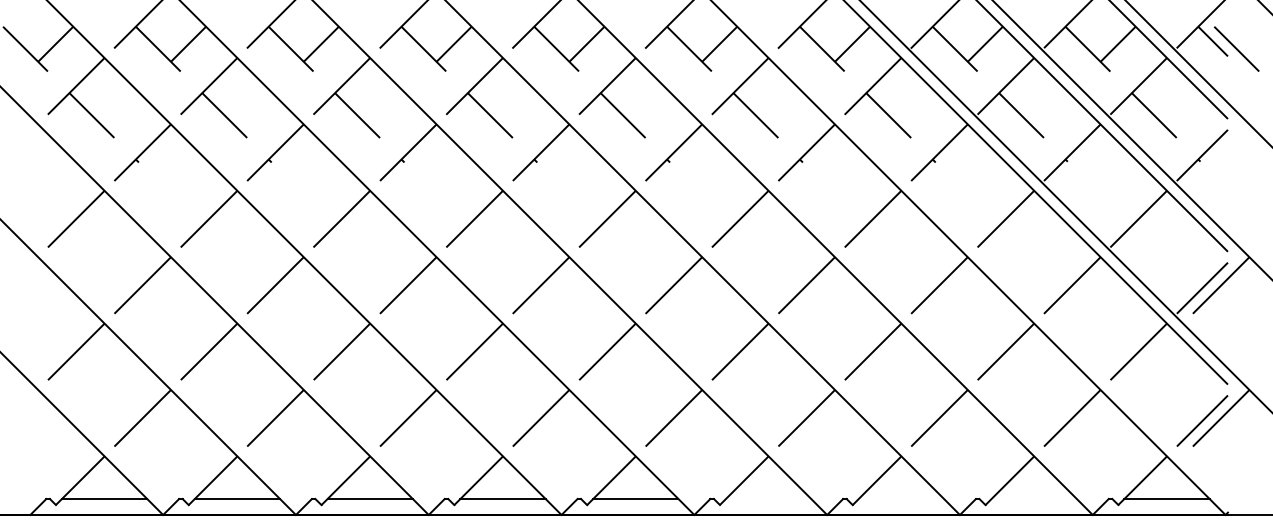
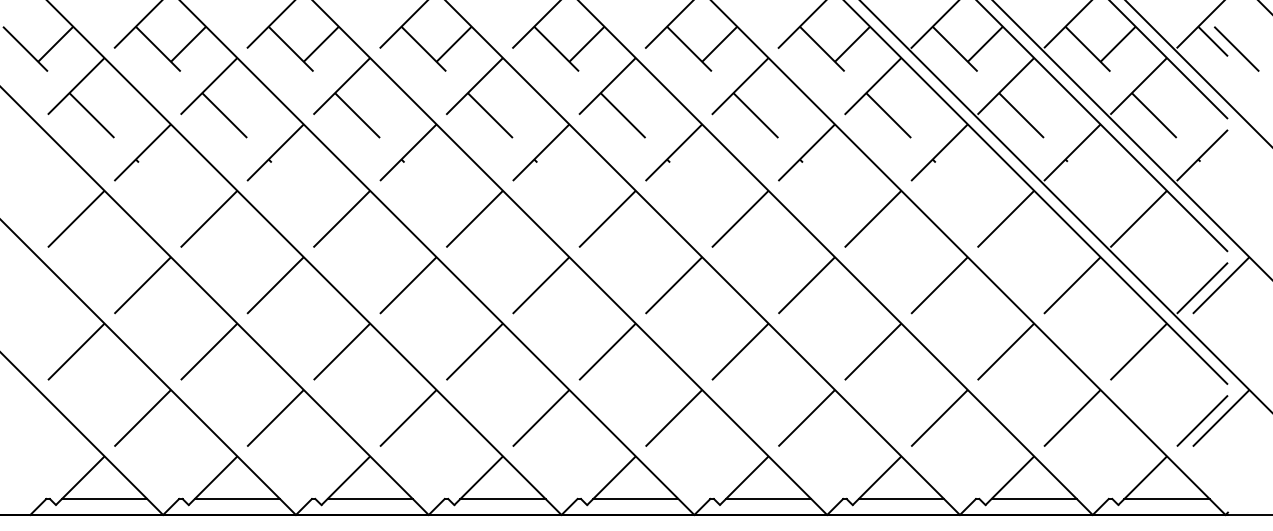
line at (768, 498): none -> present
line at (900, 498): none -> present
line at (1033, 498): none -> present
